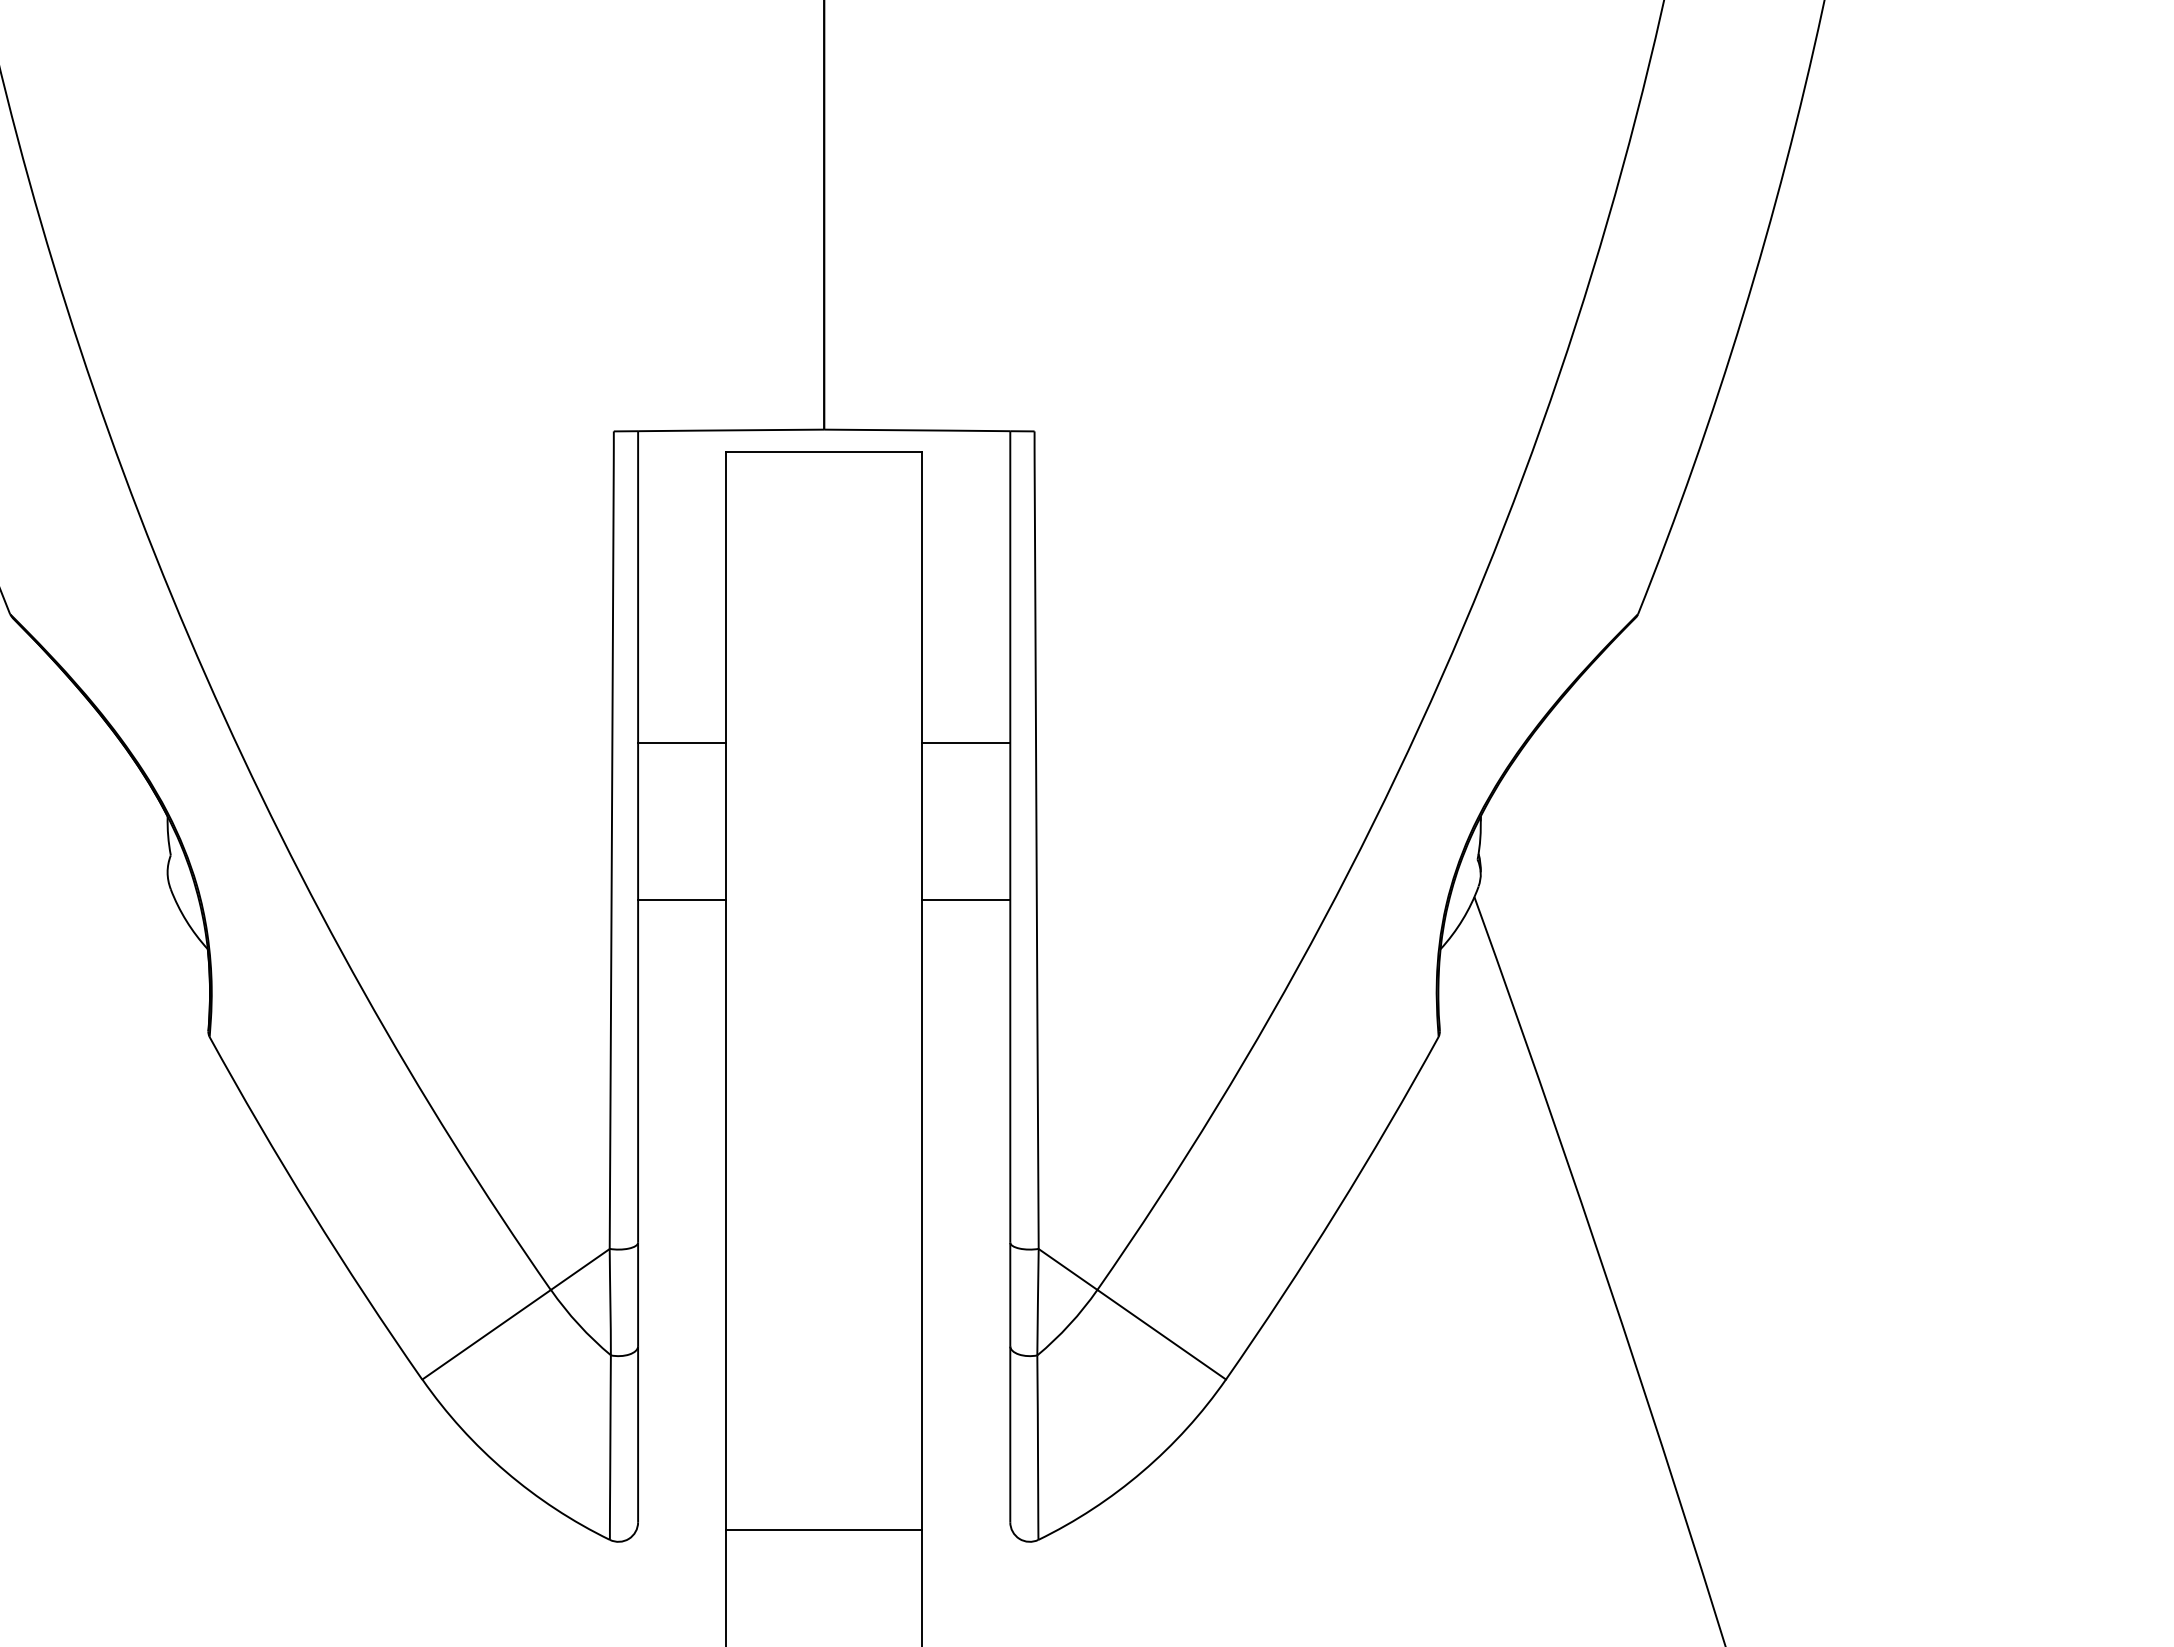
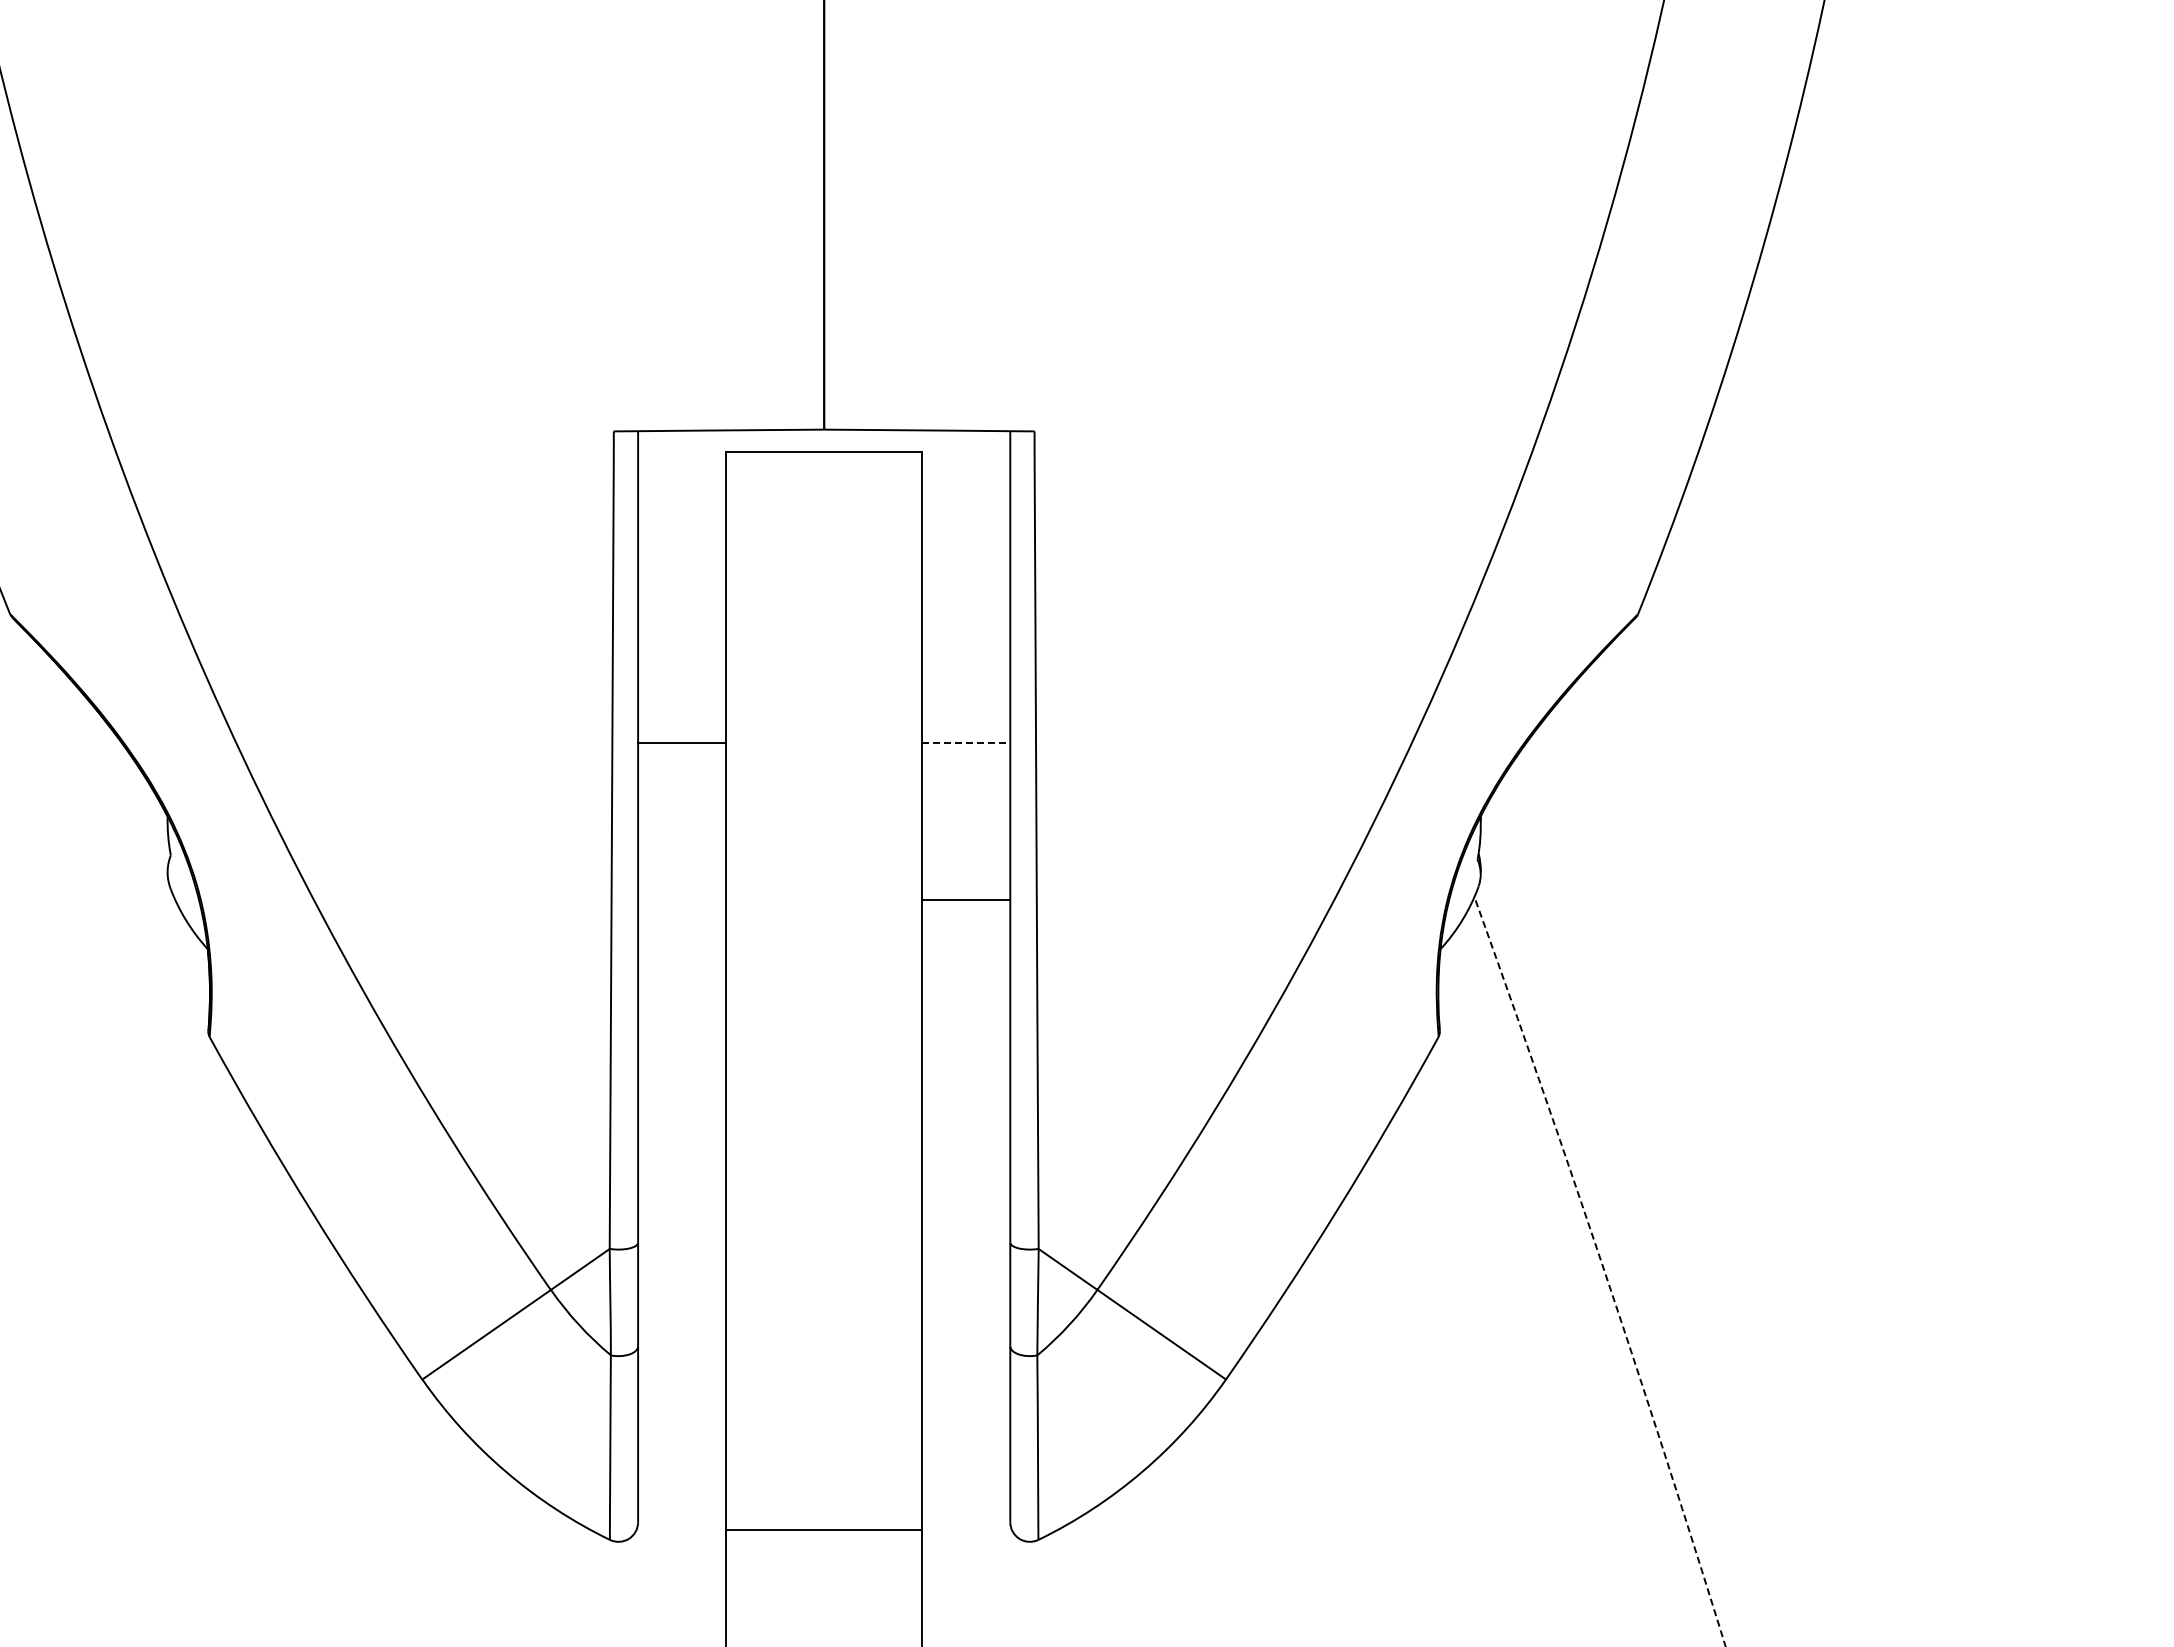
line at (966, 743): solid -> dashed
line at (682, 899): present -> none
arc at (1603, 1269): solid -> dashed
